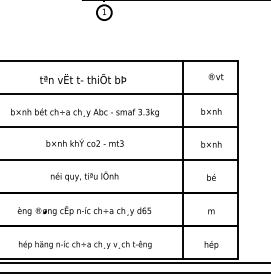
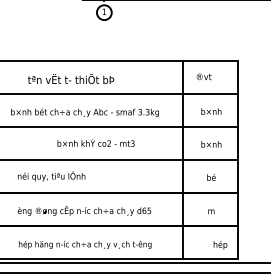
text at (215, 76) position: (215, 76) -> (203, 76)
text at (83, 78) position: (83, 78) -> (71, 78)
text at (84, 142) position: (84, 142) -> (95, 142)
text at (84, 176) position: (84, 176) -> (51, 176)
text at (211, 244) position: (211, 244) -> (220, 244)
